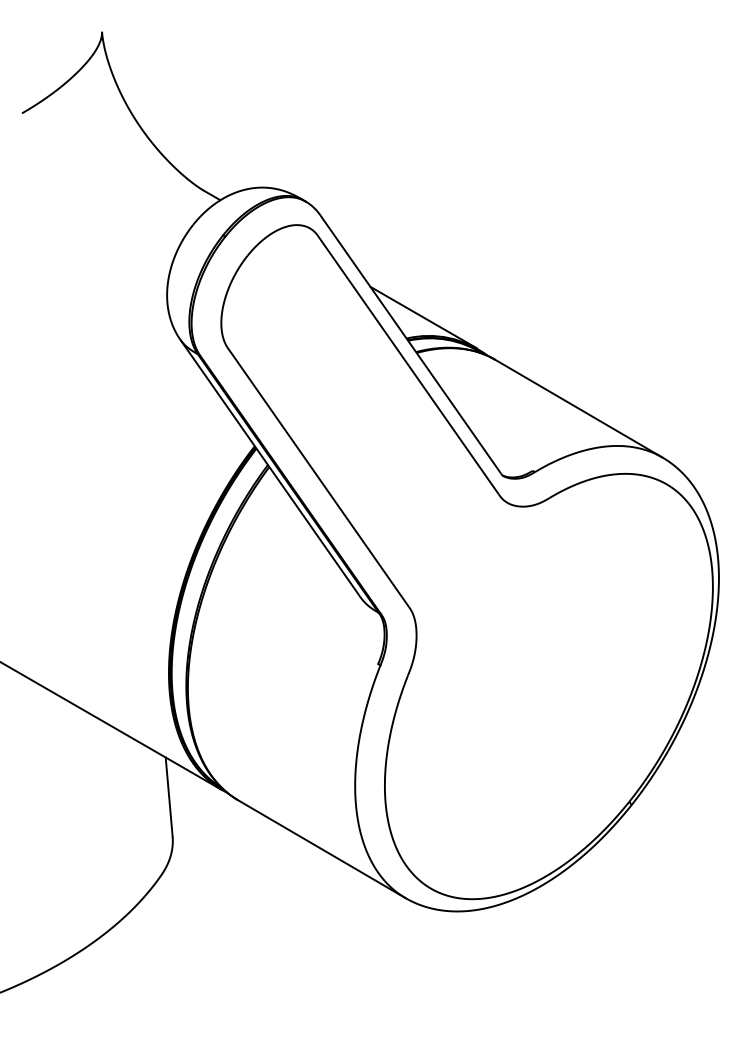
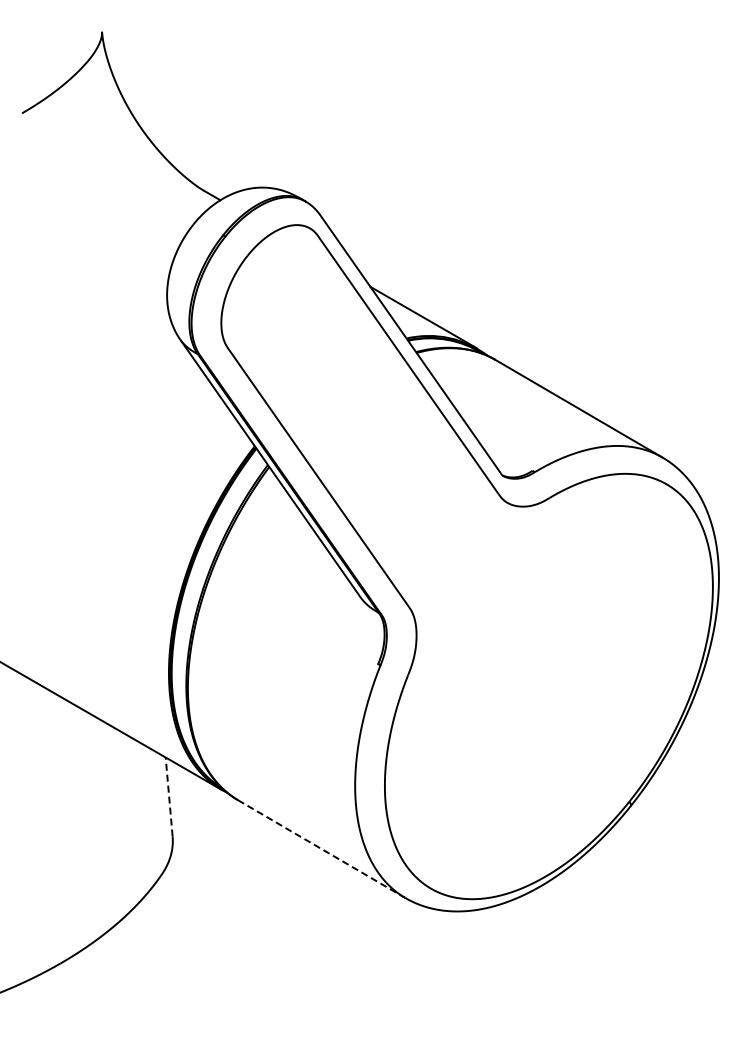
line at (169, 796): solid -> dashed
line at (321, 849): solid -> dashed
